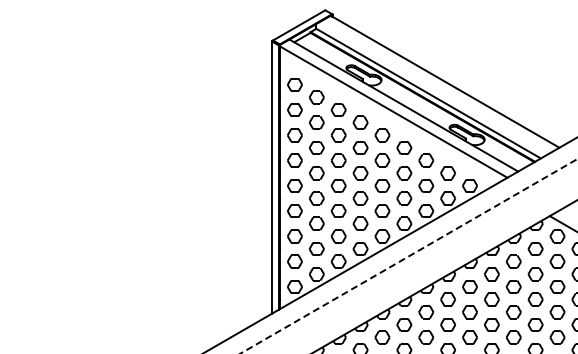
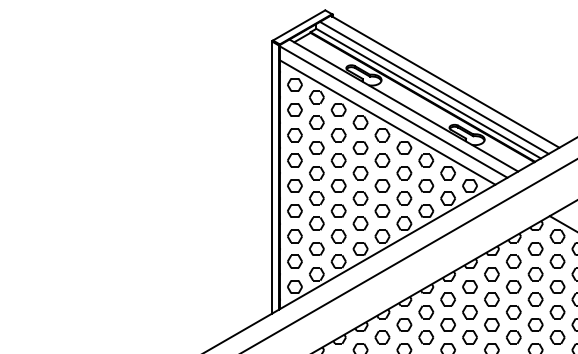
line at (434, 87): none -> present
line at (387, 122): none -> present
line at (408, 256): dashed -> solid
